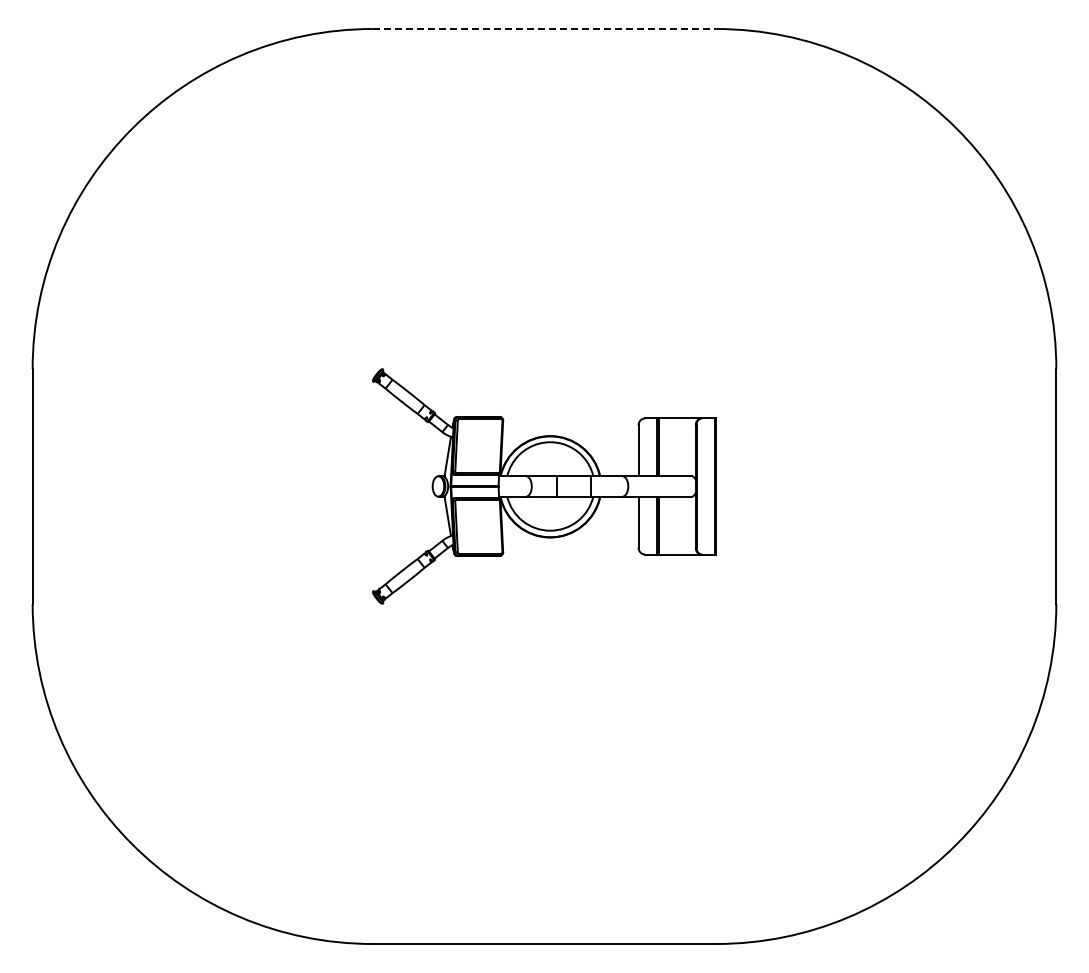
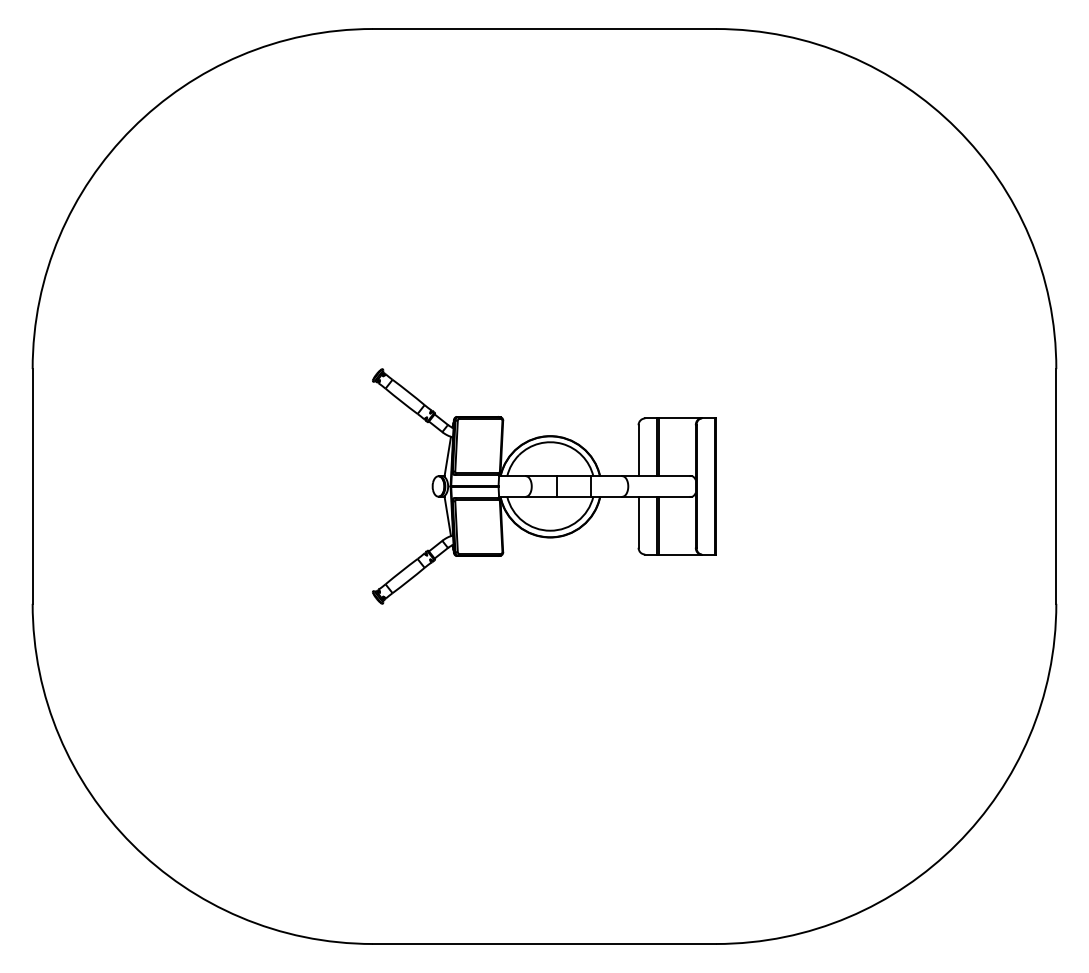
line at (544, 29): dashed -> solid
